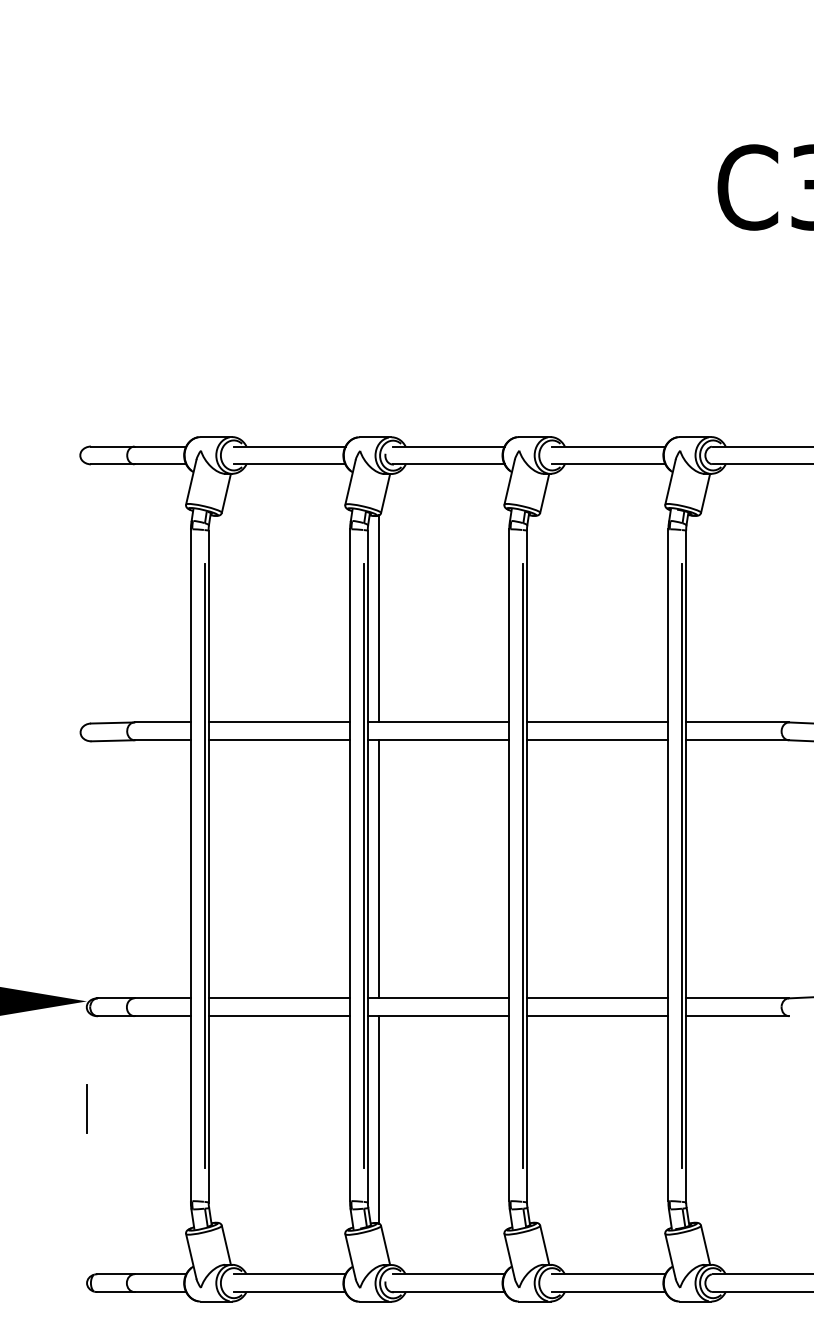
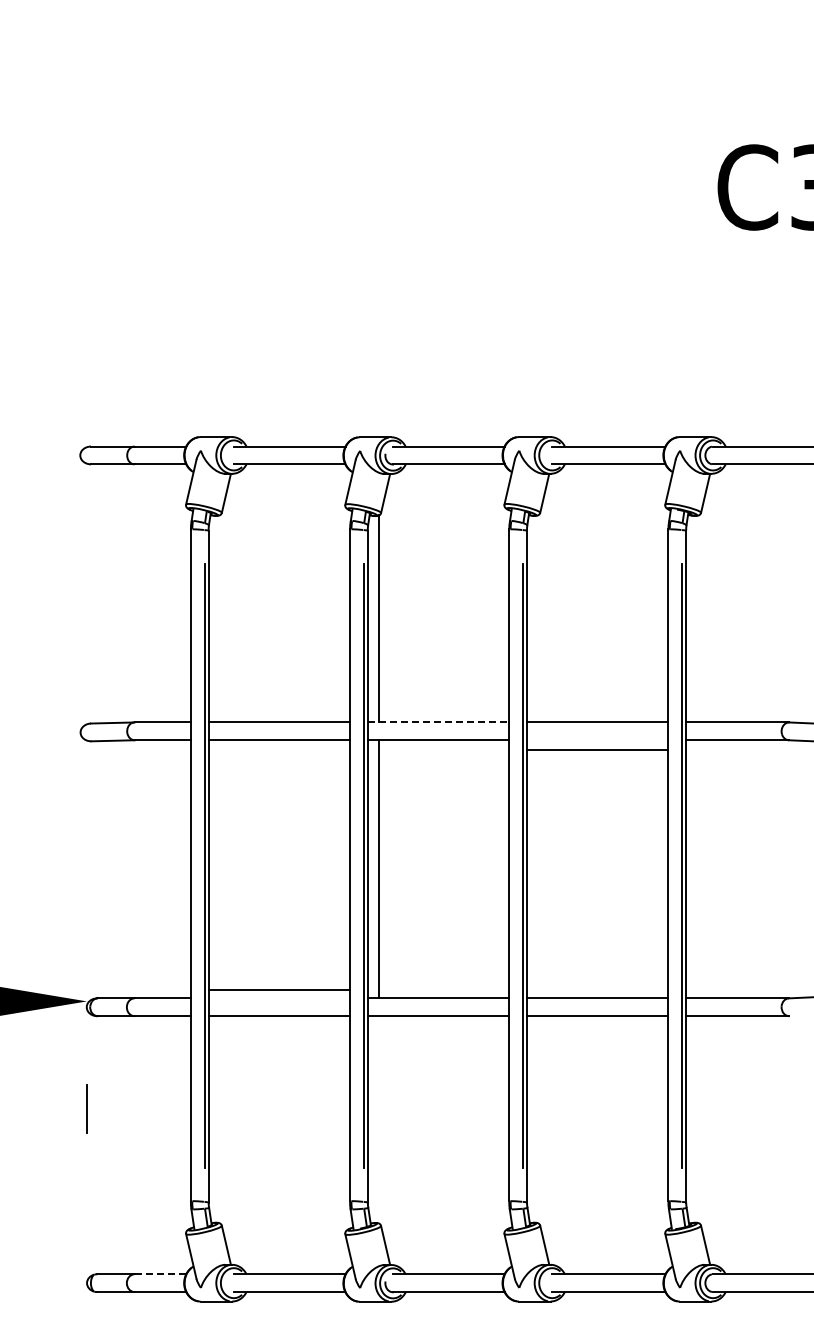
line at (438, 722): solid -> dashed
line at (597, 740) position: (597, 740) -> (597, 750)
line at (279, 998) position: (279, 998) -> (279, 990)
line at (379, 1119): present -> none
line at (160, 1274): solid -> dashed
